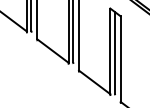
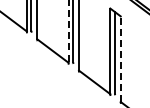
line at (68, 31): solid -> dashed
line at (120, 59): solid -> dashed
